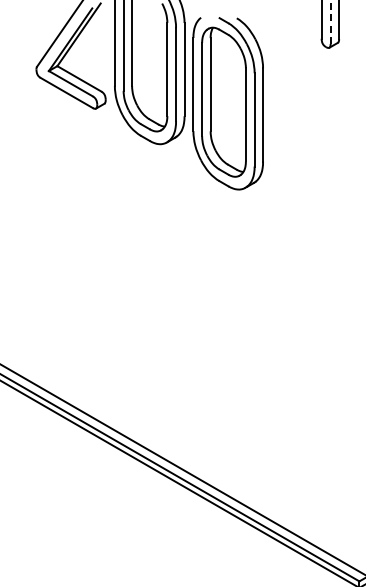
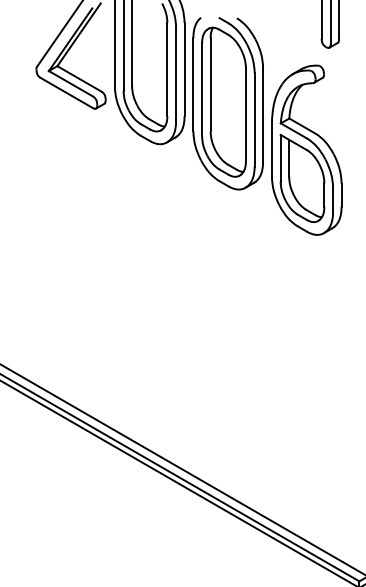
line at (330, 22): dashed -> solid
part at (306, 149): none -> present
